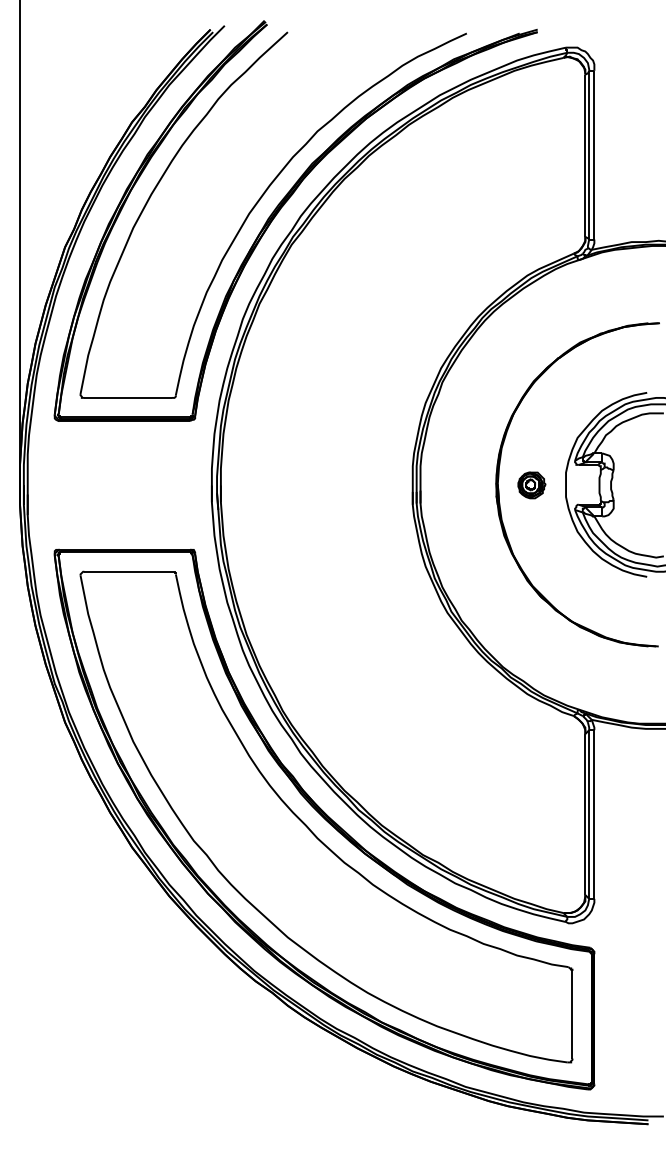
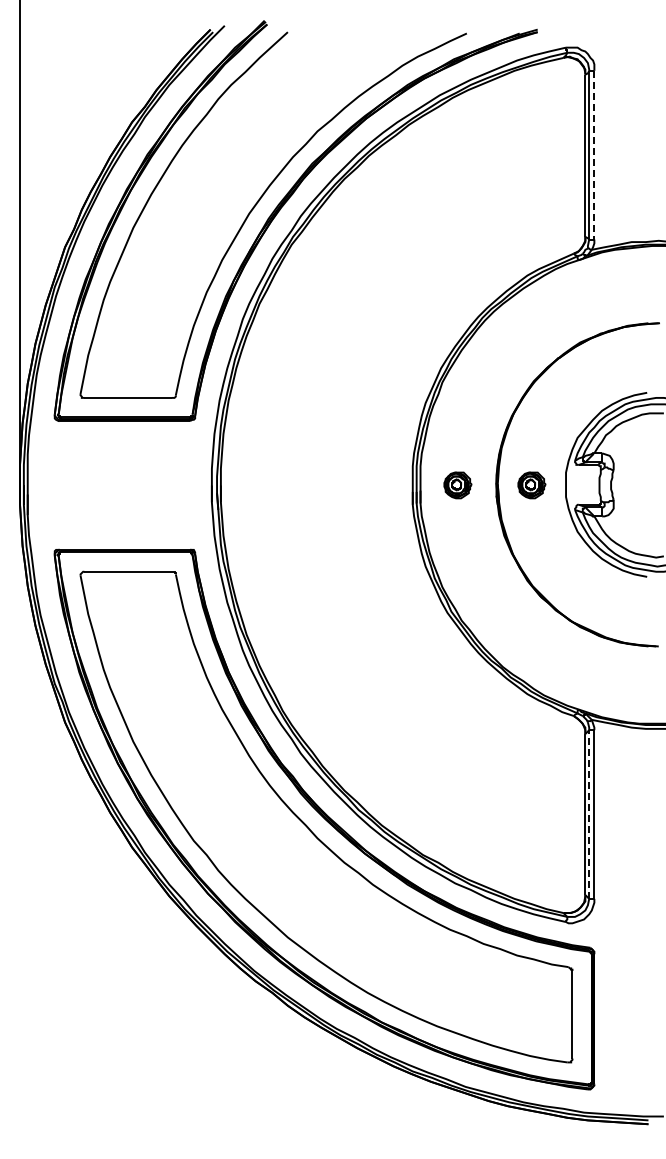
line at (594, 155): solid -> dashed
part at (457, 485): none -> present
line at (589, 814): solid -> dashed
